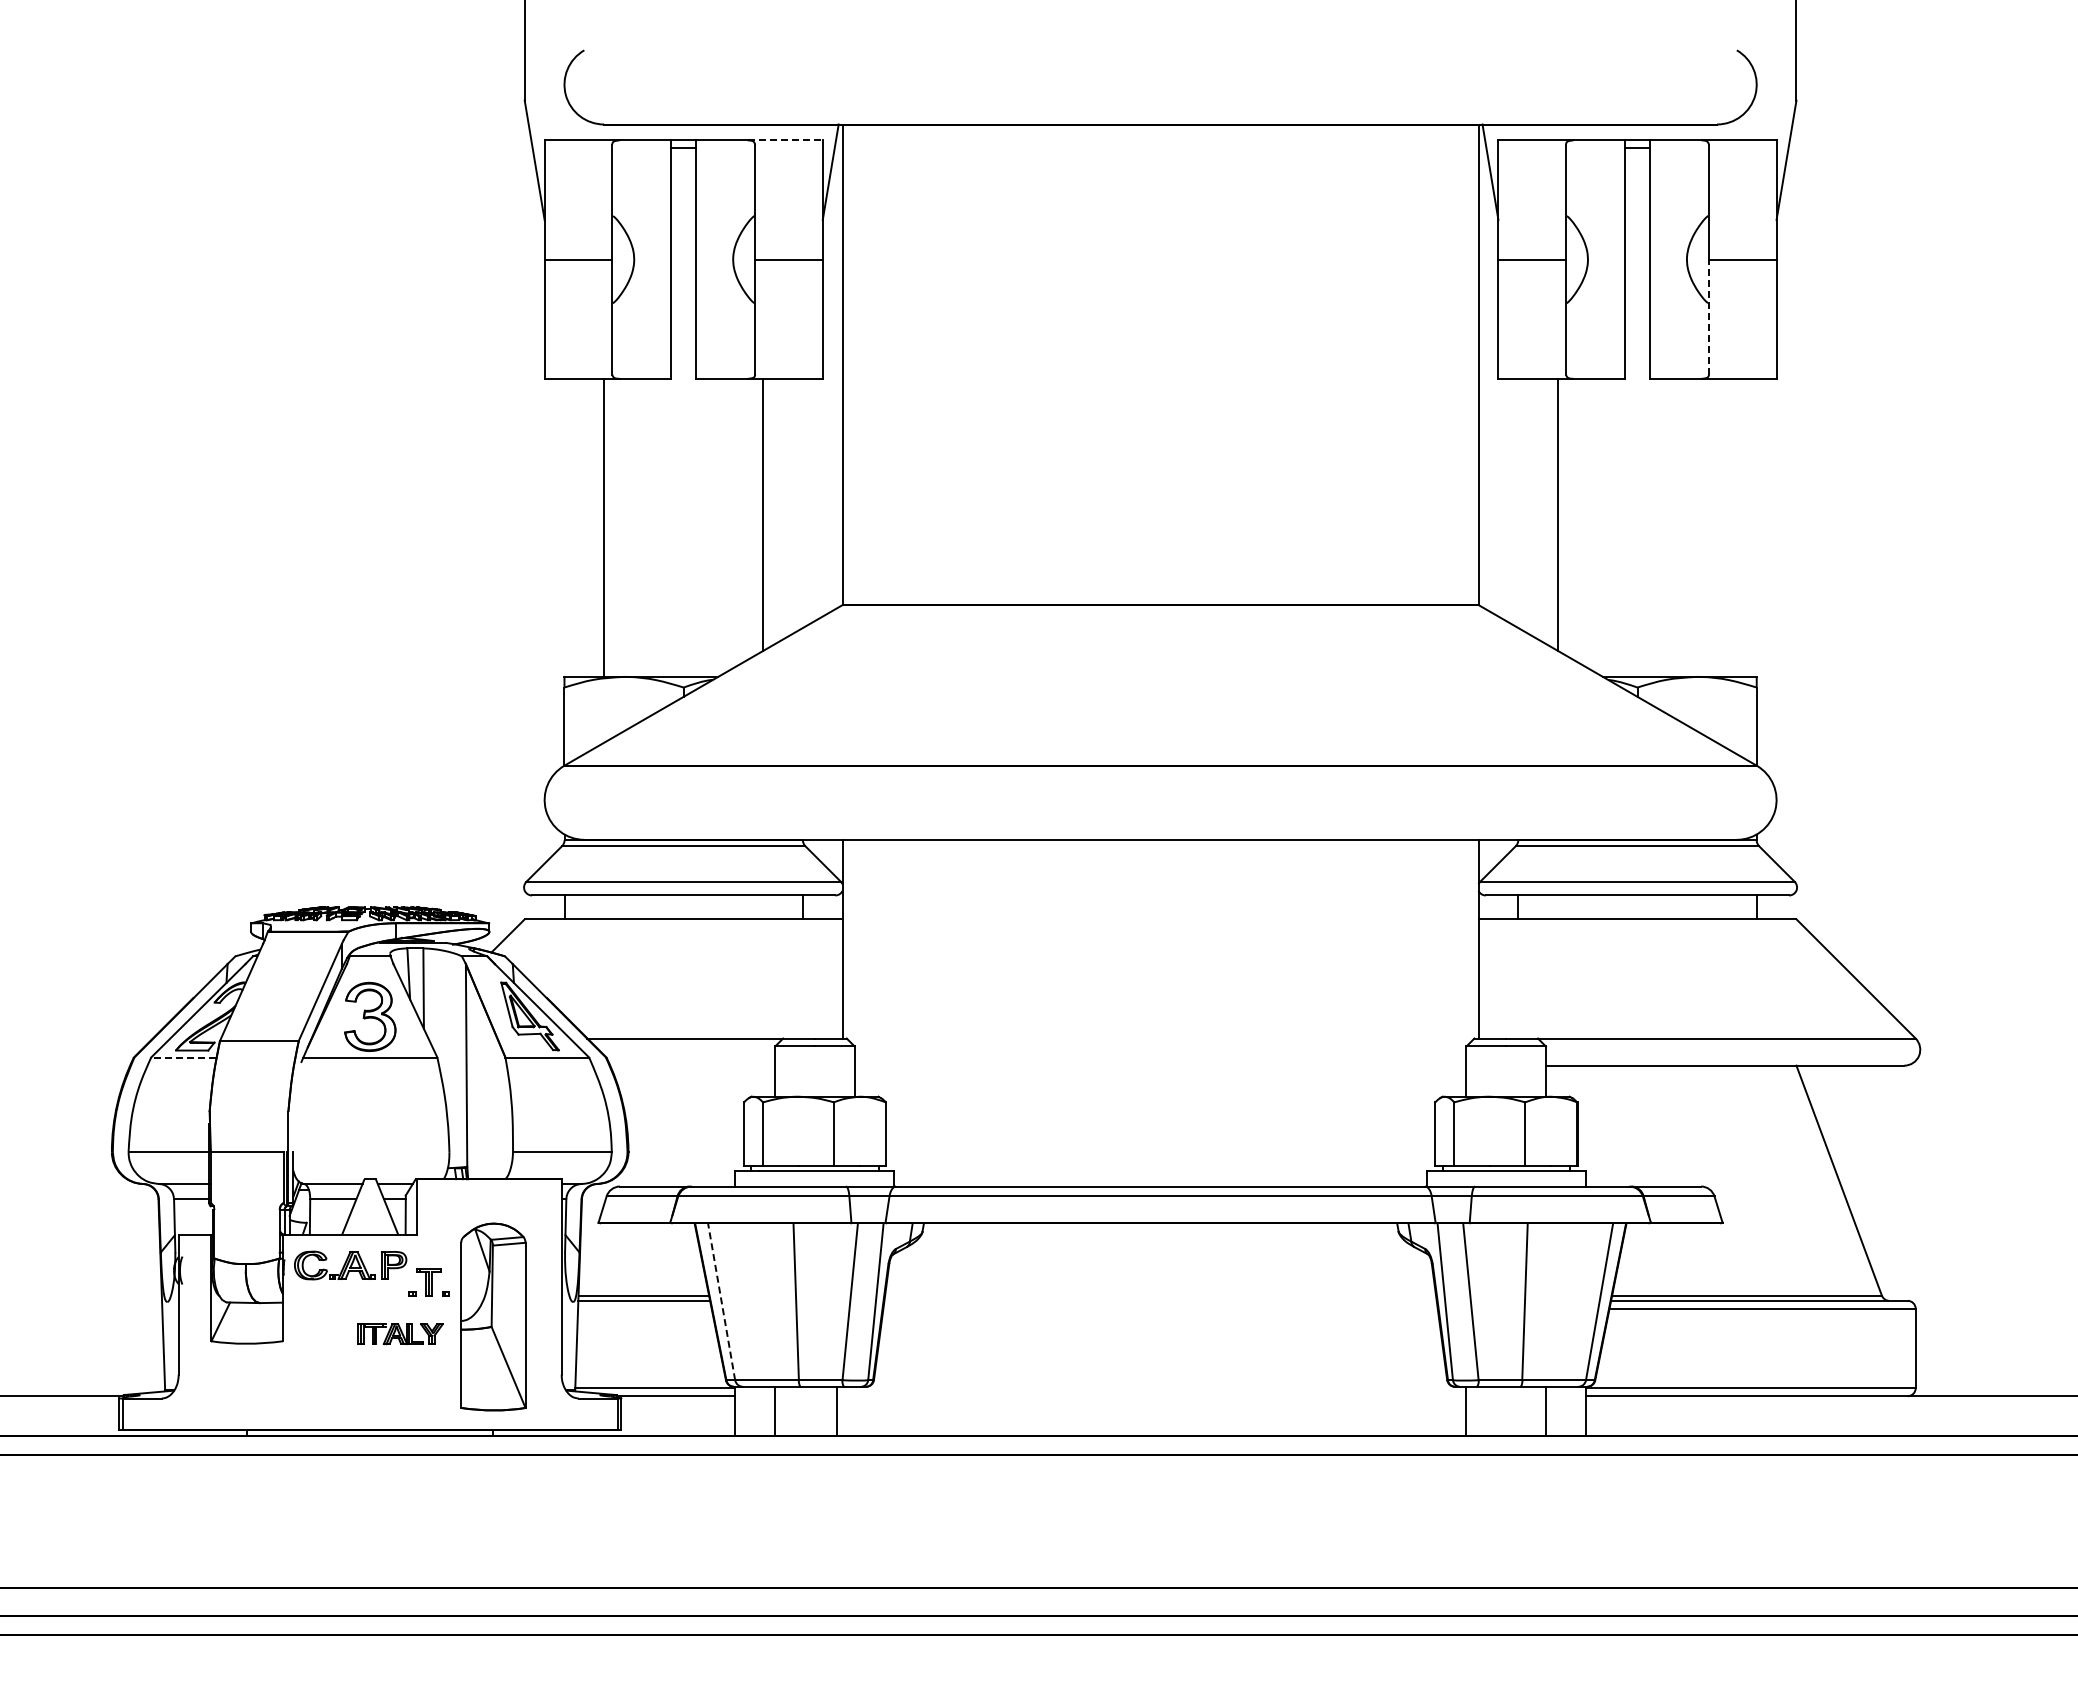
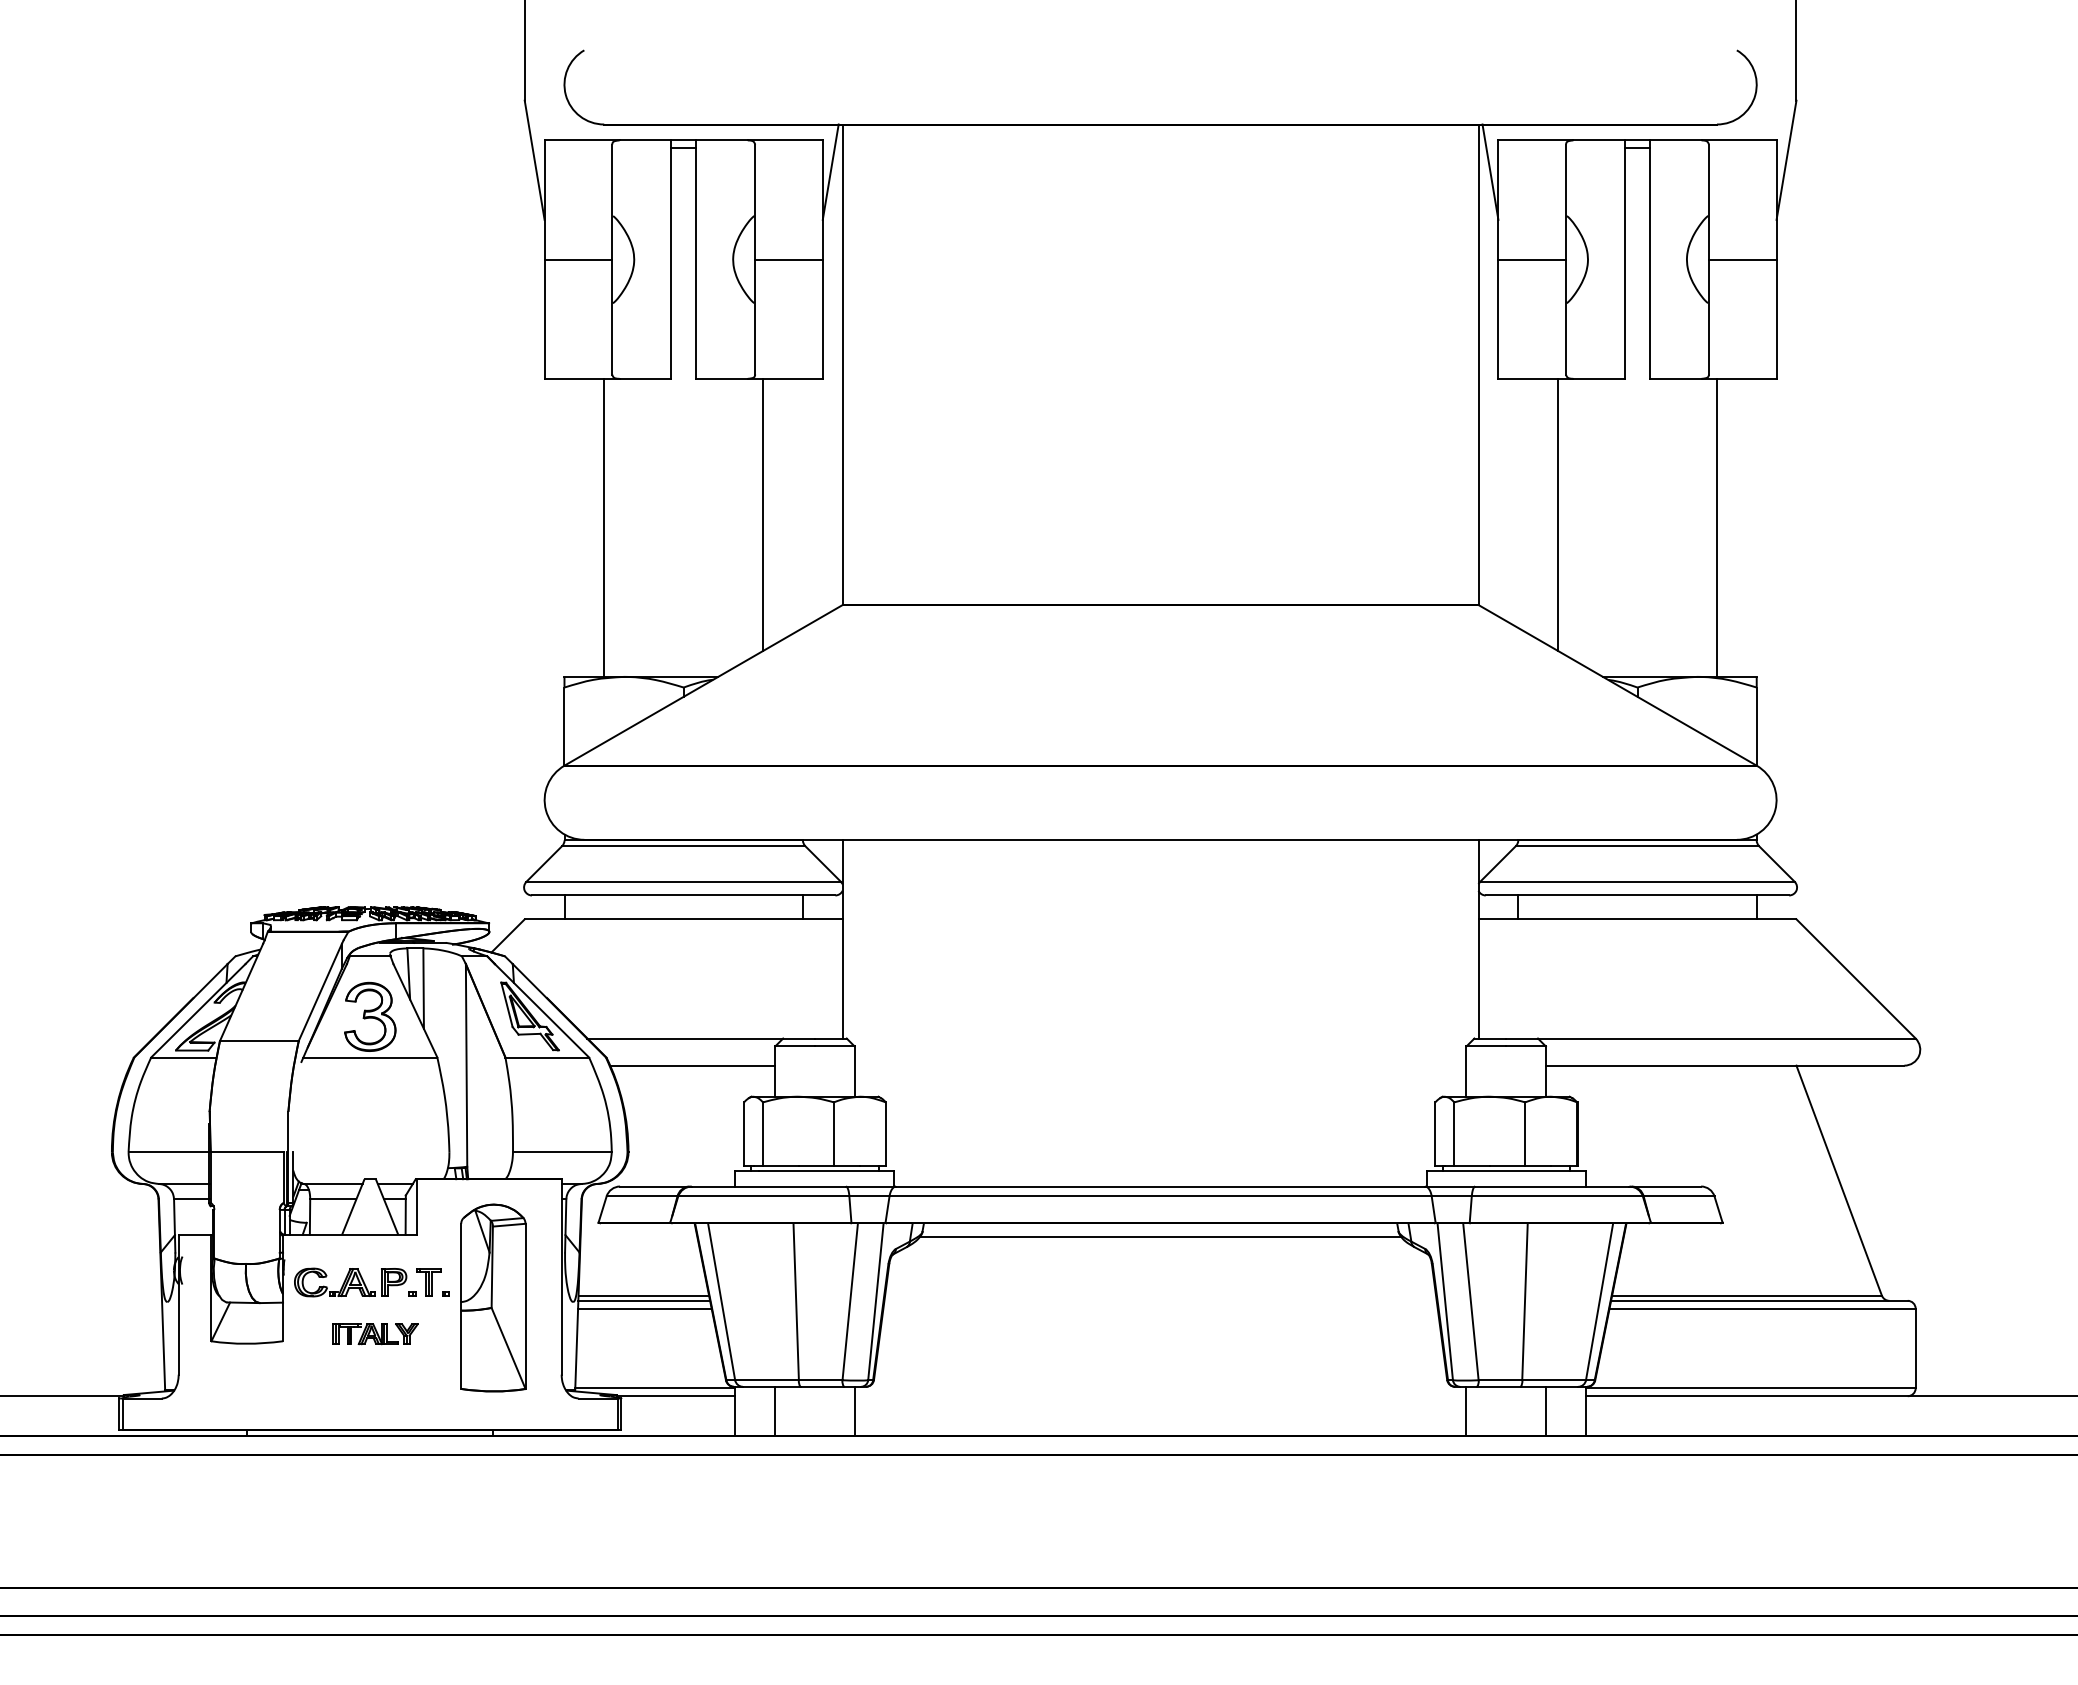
line at (785, 140): dashed -> solid
line at (1709, 316): dashed -> solid
line at (1716, 527): none -> present
line at (183, 1057): dashed -> solid
line at (692, 1065): none -> present
line at (1160, 1237): none -> present
part at (350, 1265) position: (350, 1265) -> (350, 1282)
line at (721, 1301): dashed -> solid
line at (644, 1308): none -> present
part at (493, 1316) position: (493, 1316) -> (493, 1297)
part at (400, 1334) position: (400, 1334) -> (375, 1334)
line at (836, 1410) position: (836, 1410) -> (854, 1410)
